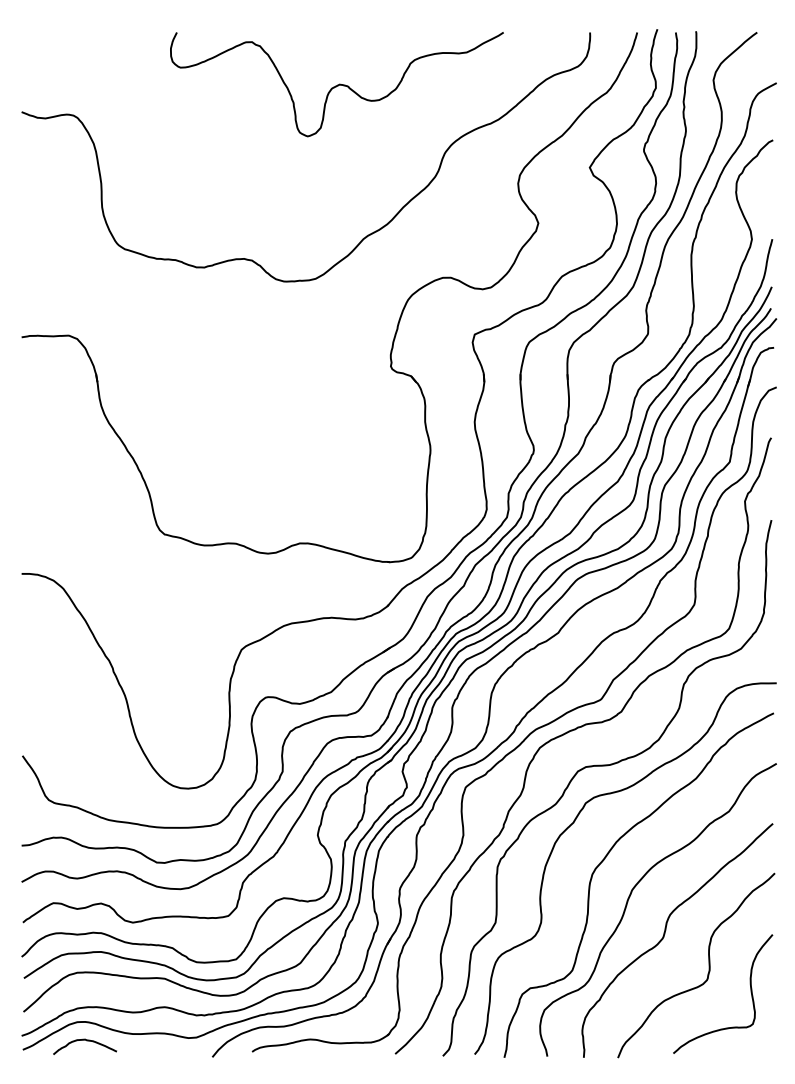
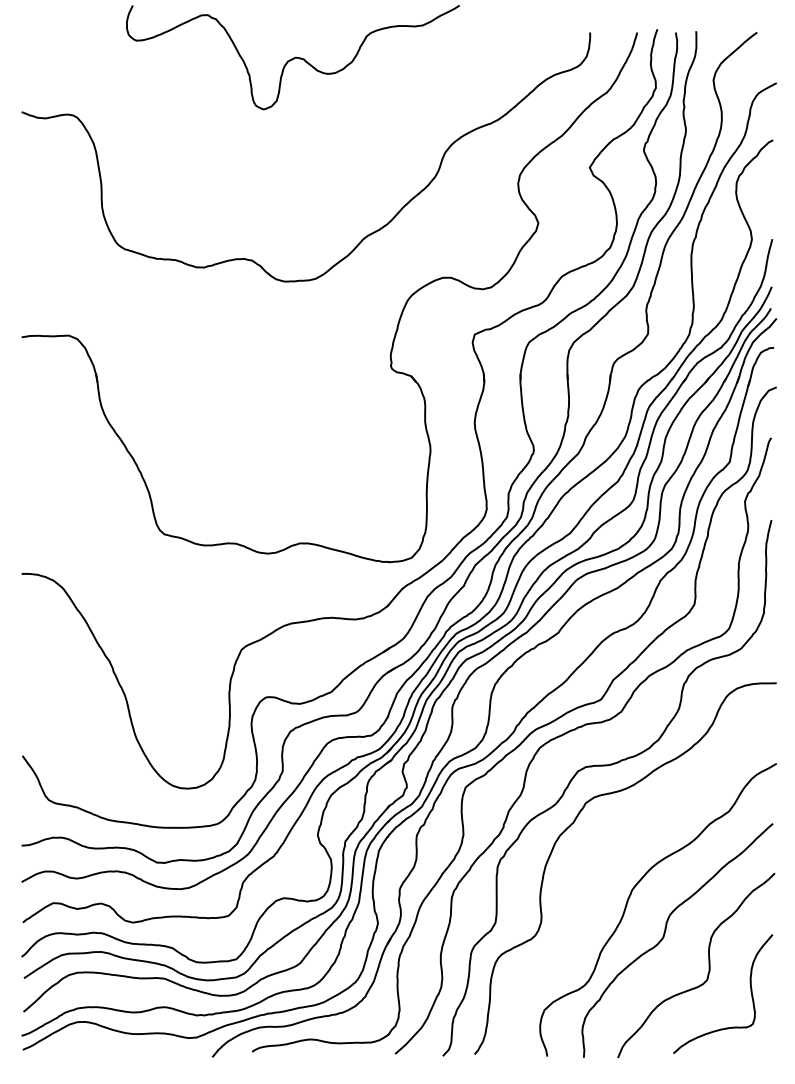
curve at (337, 84) position: (337, 84) -> (293, 57)
curve at (604, 860): present -> none
curve at (86, 1041): present -> none
